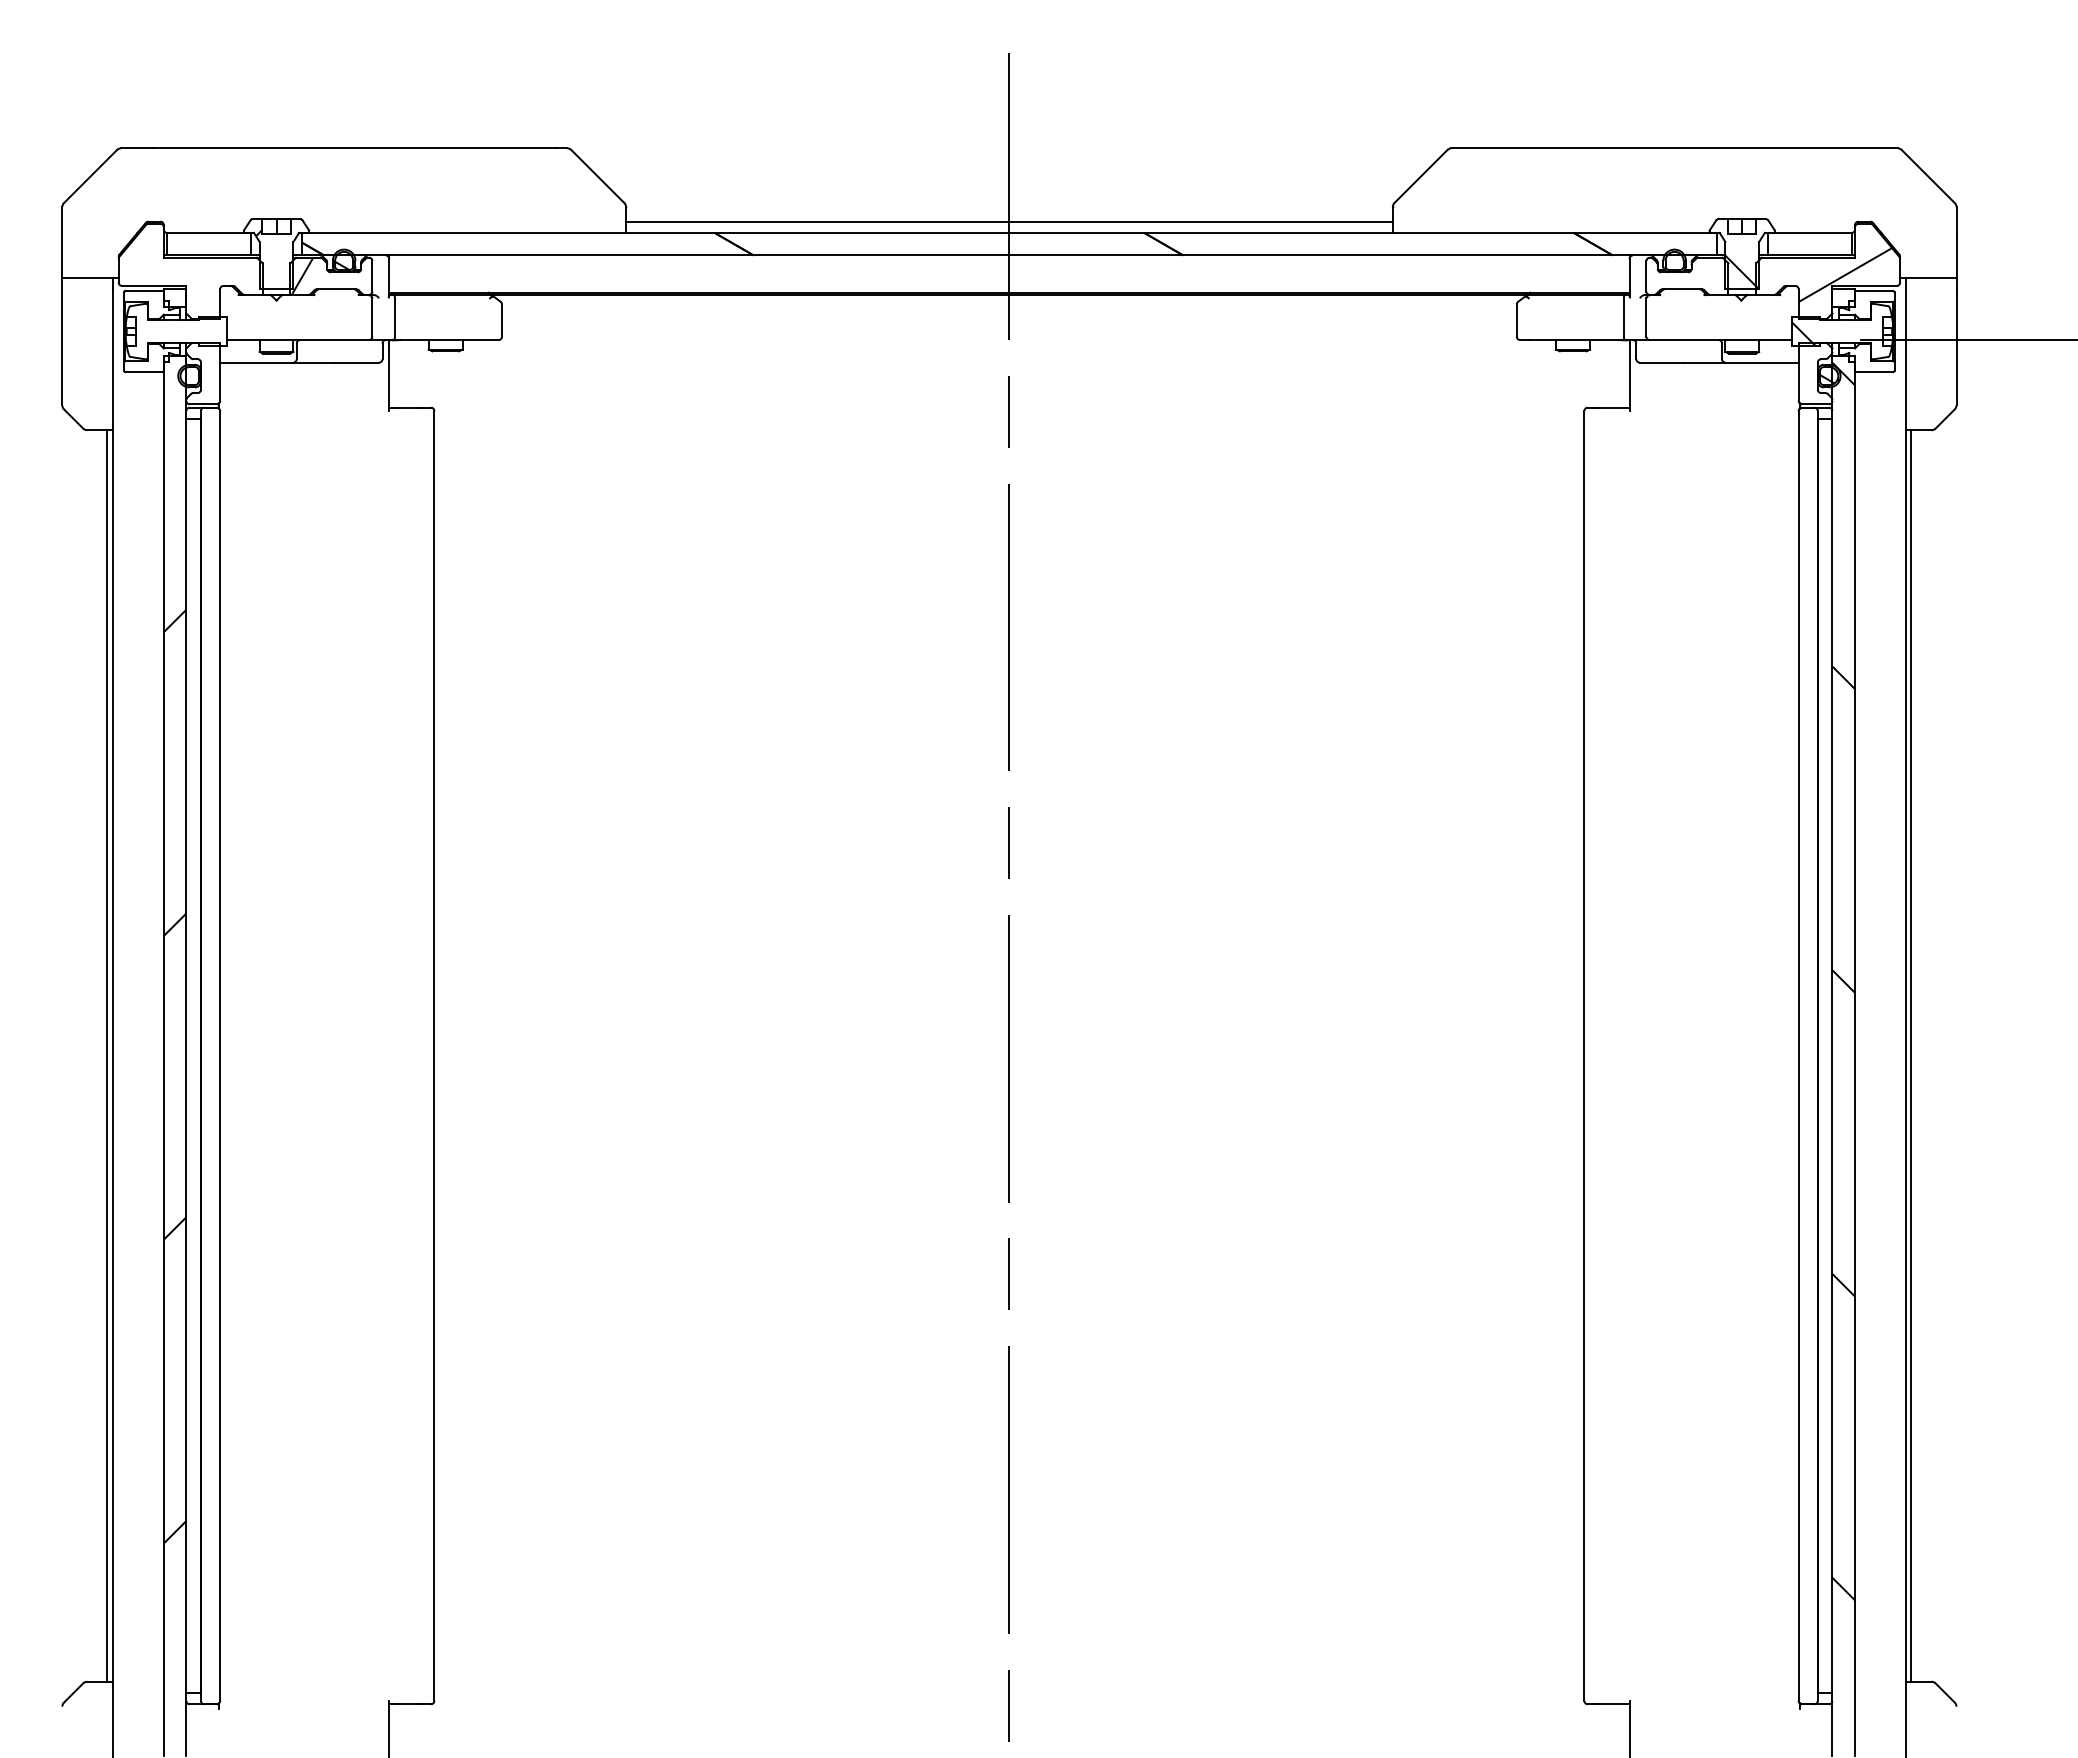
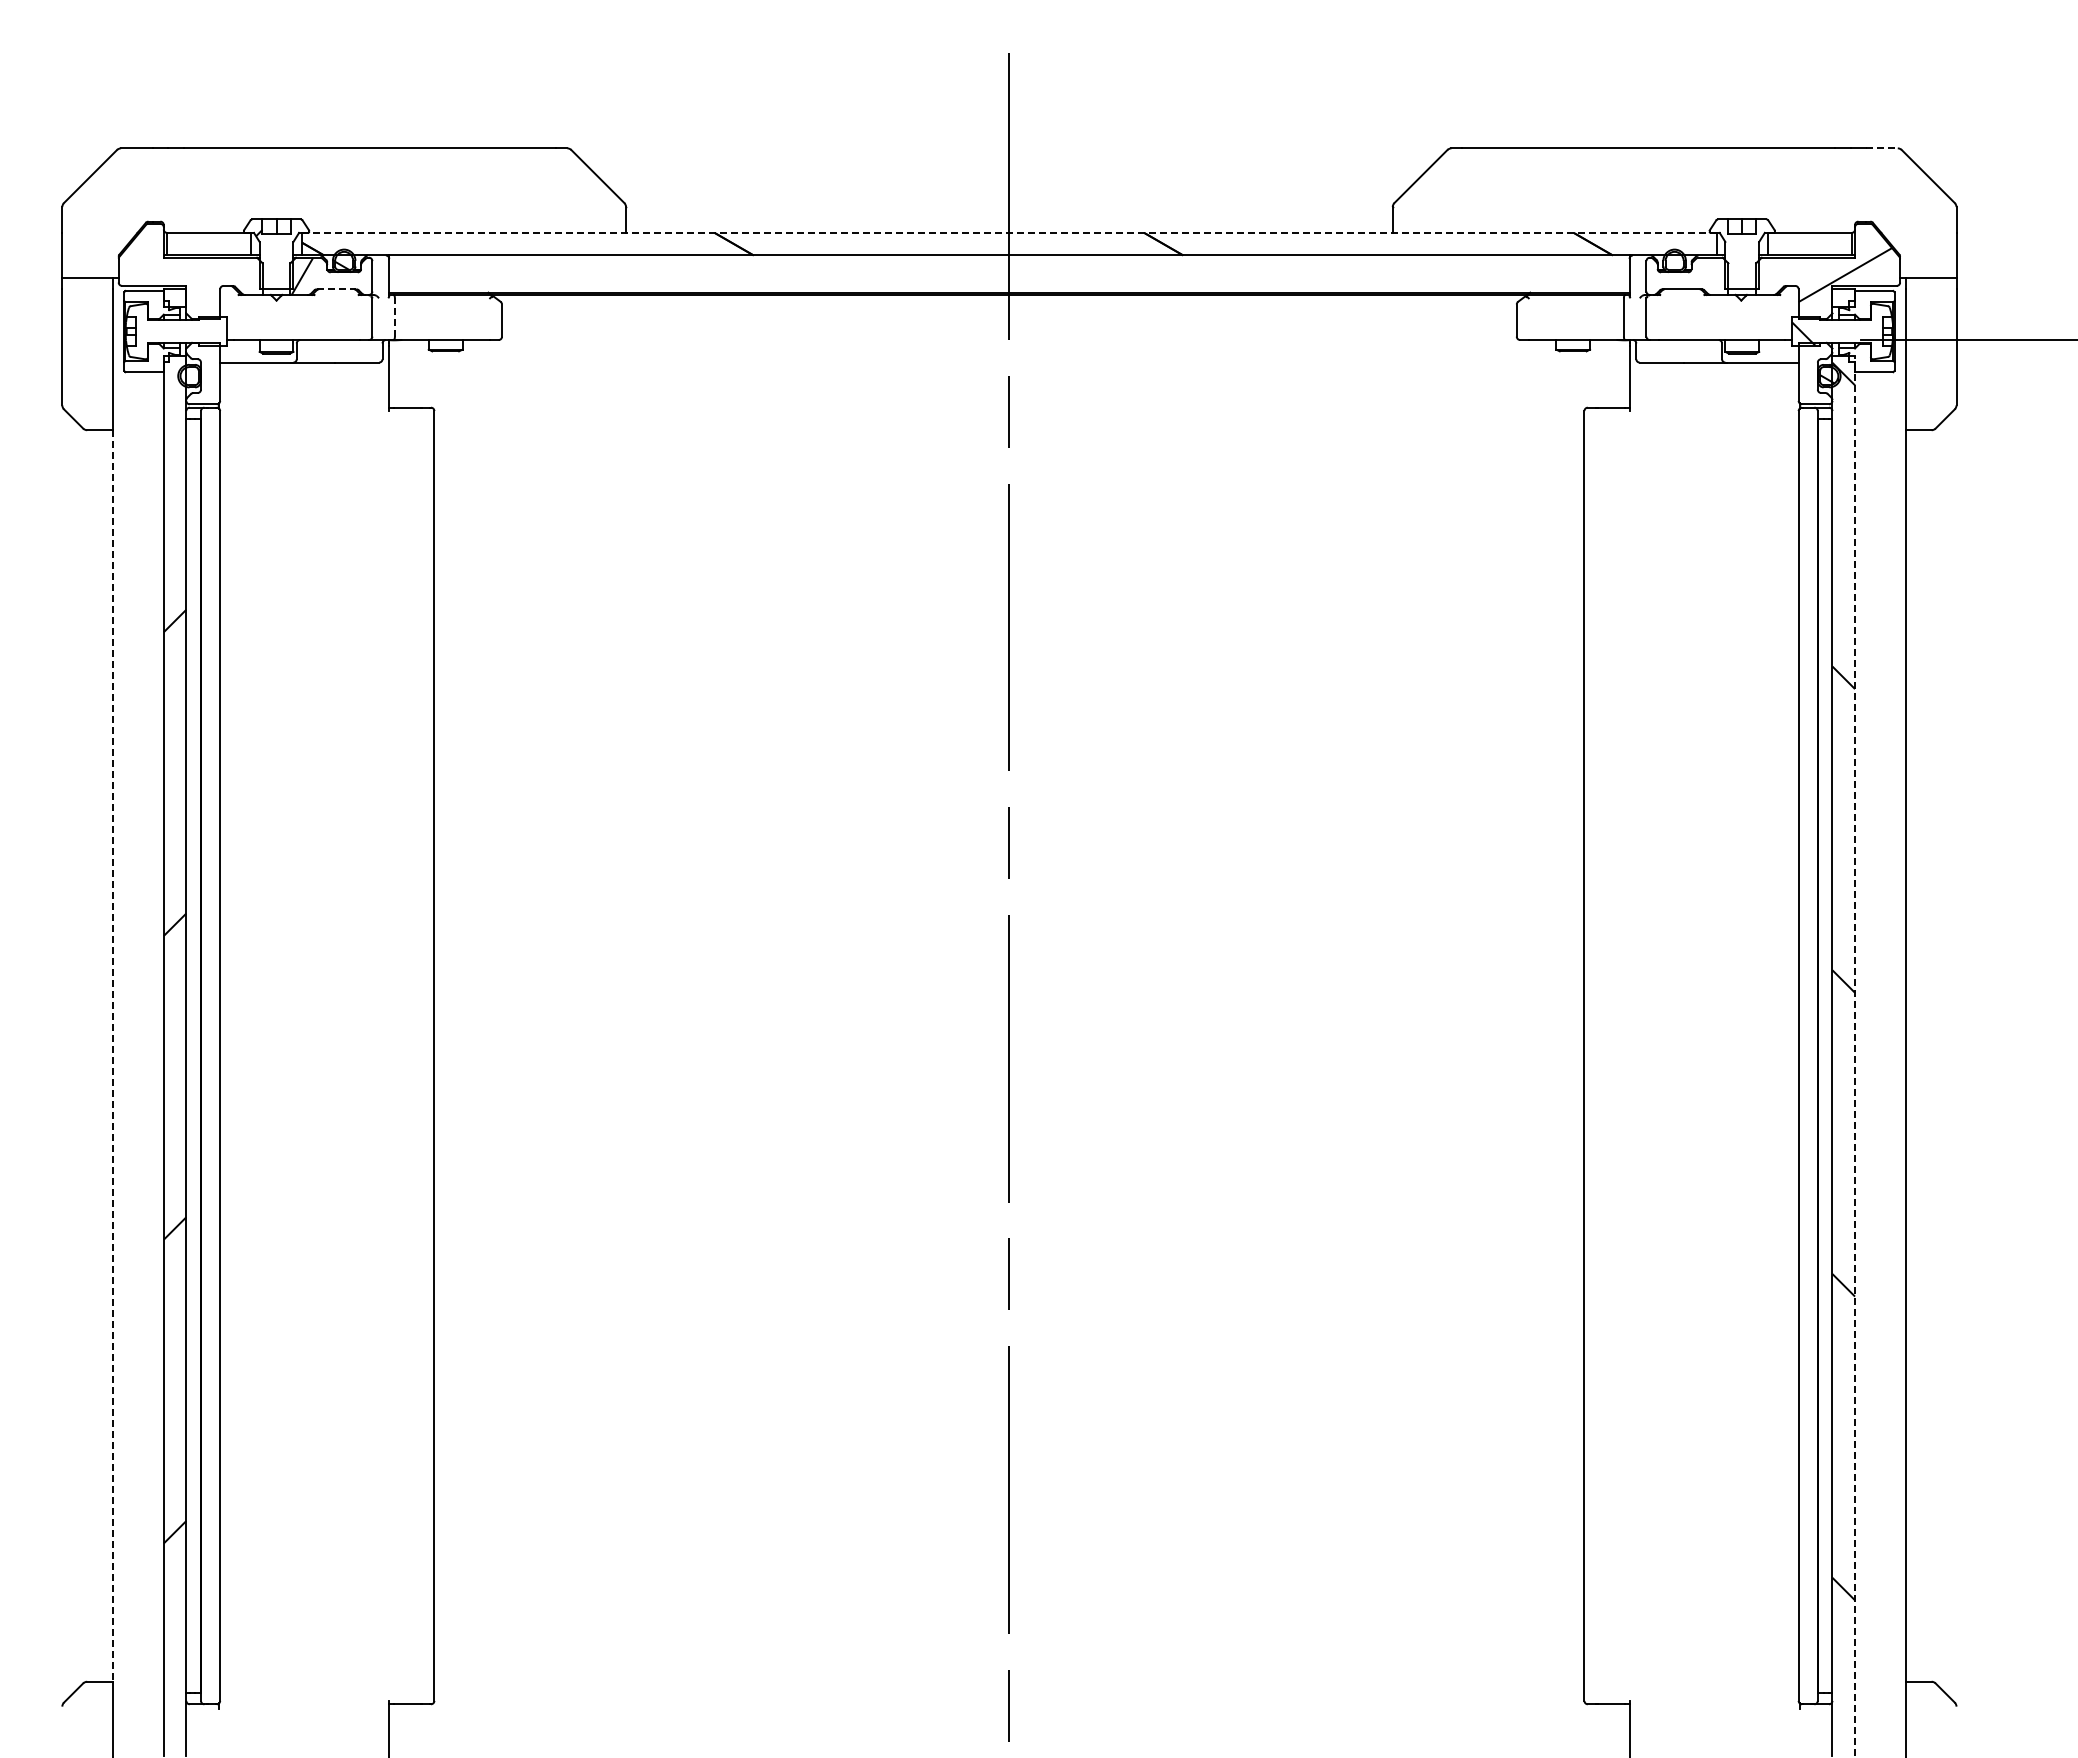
line at (1882, 148): solid -> dashed
line at (1009, 221): present -> none
line at (1008, 232): solid -> dashed
hatch at (1742, 272): present -> none
line at (336, 289): solid -> dashed
line at (394, 317): solid -> dashed
line at (107, 1055): present -> none
line at (113, 1055): solid -> dashed
line at (1855, 1055): solid -> dashed
line at (1911, 1055): present -> none
